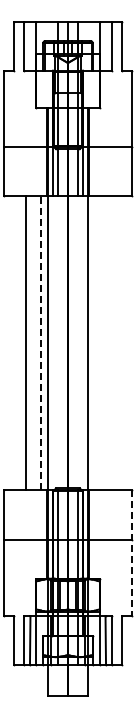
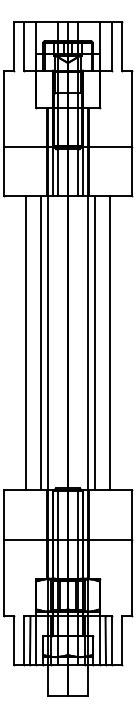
line at (41, 342): dashed -> solid
line at (94, 343): none -> present
line at (109, 343): none -> present
line at (131, 553): dashed -> solid
